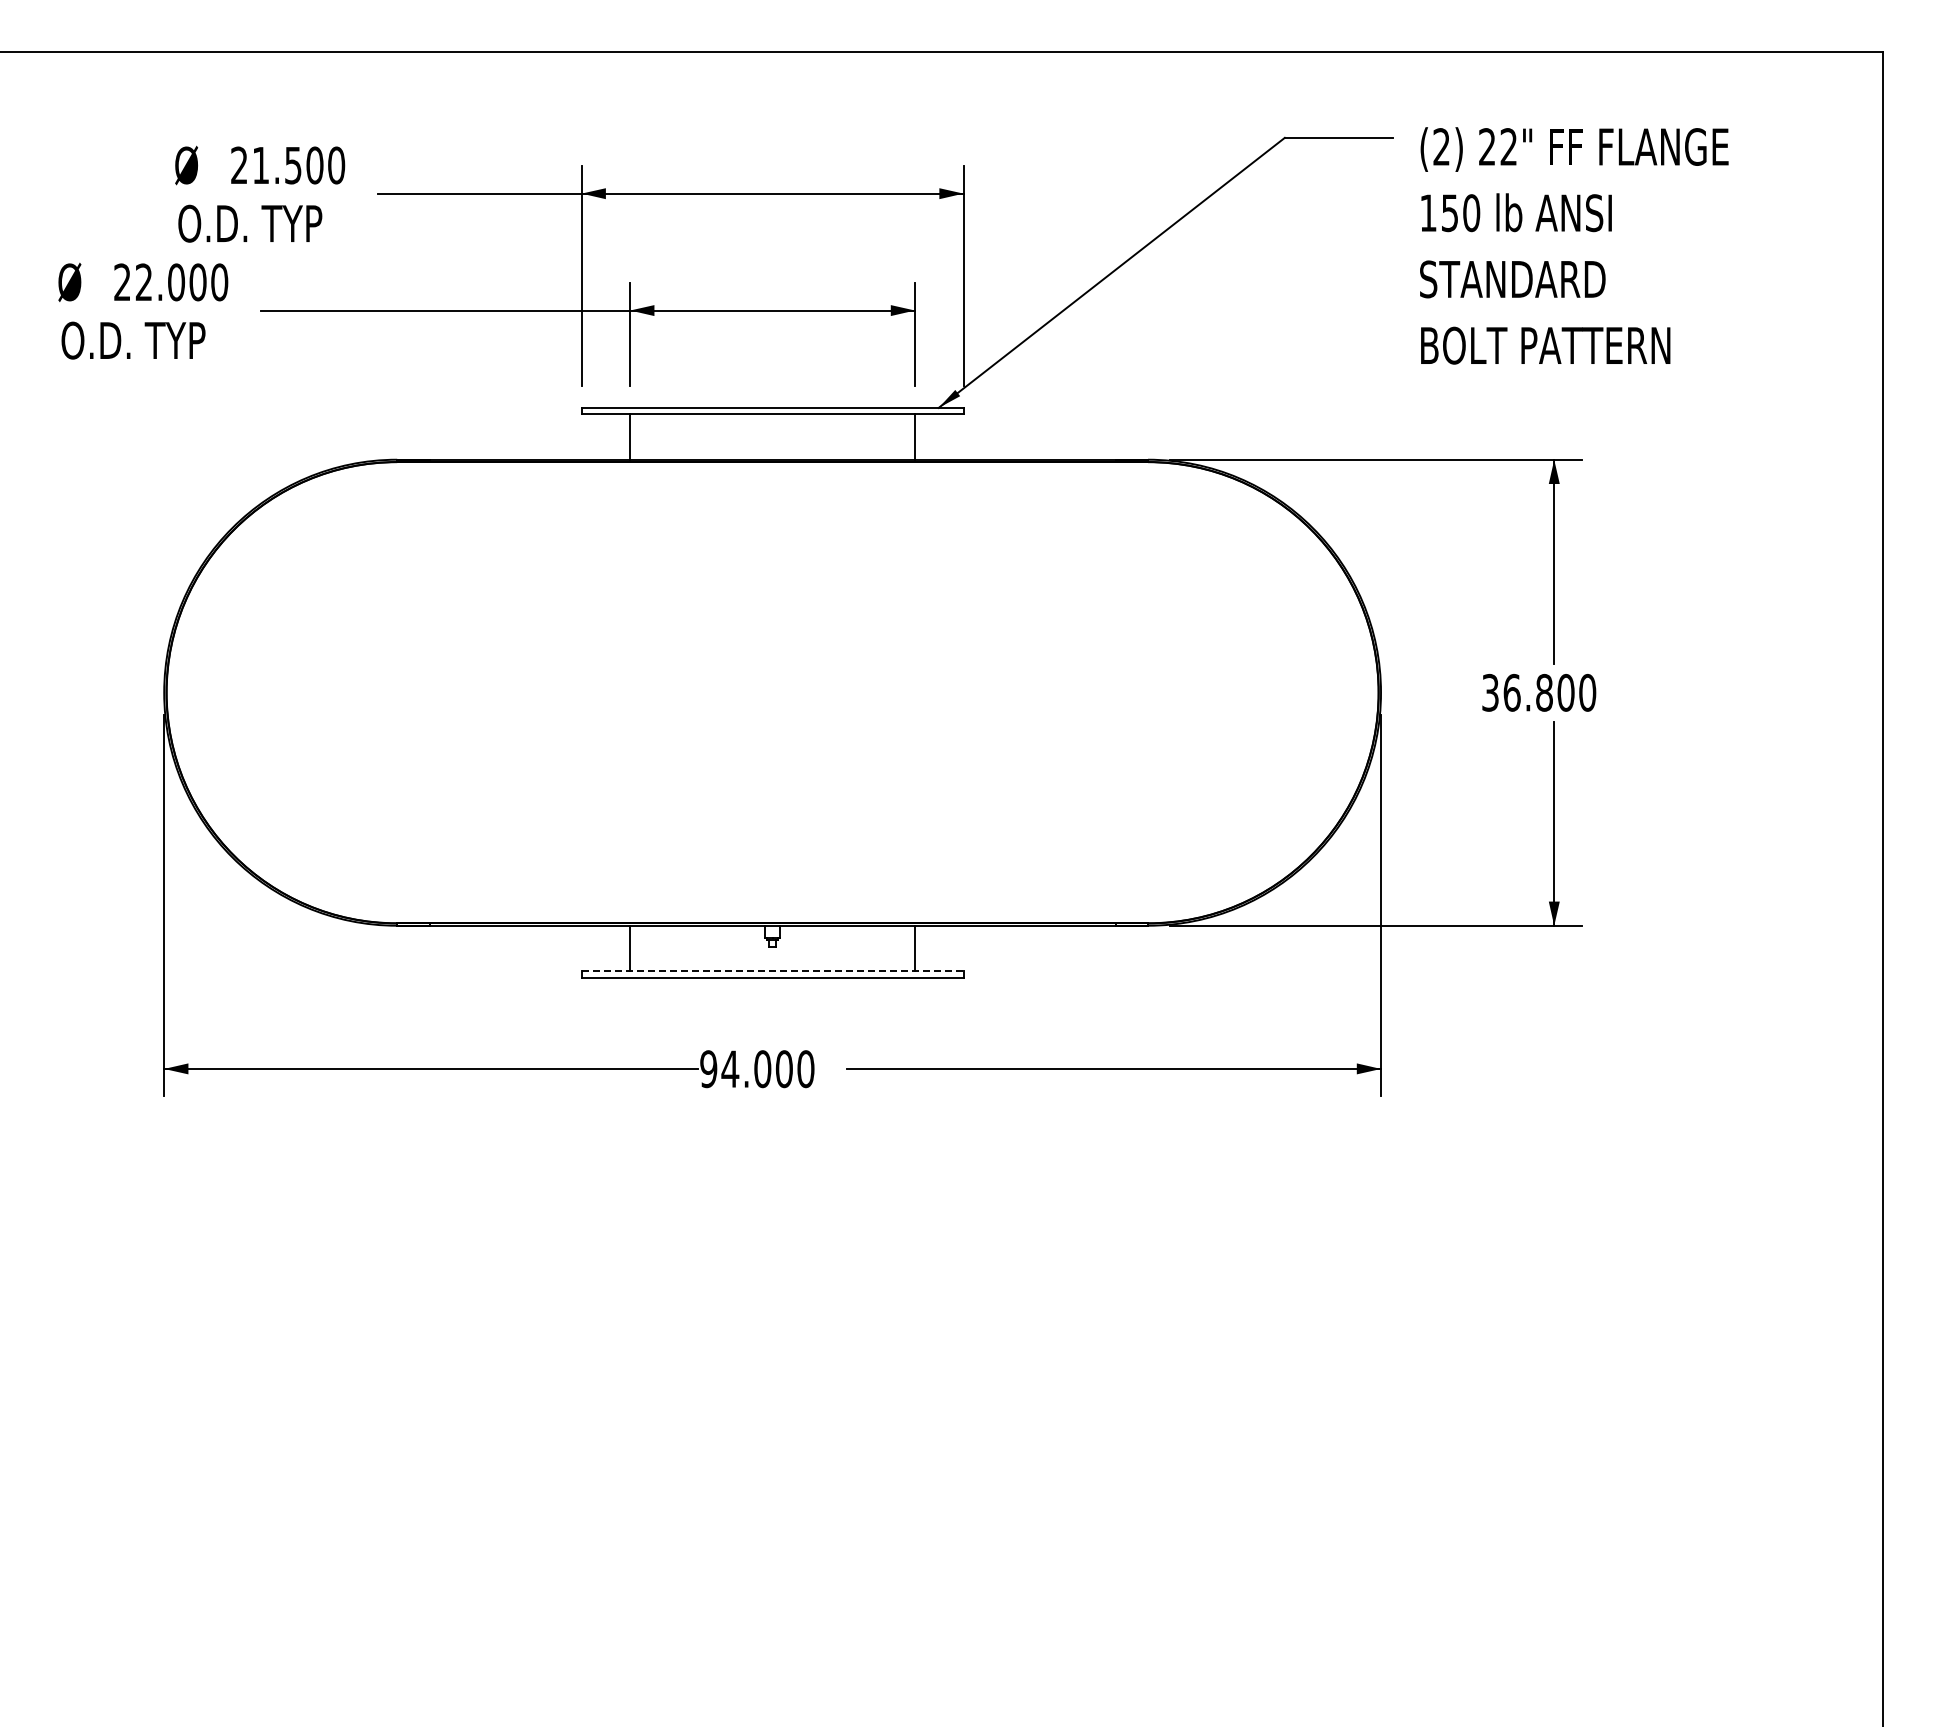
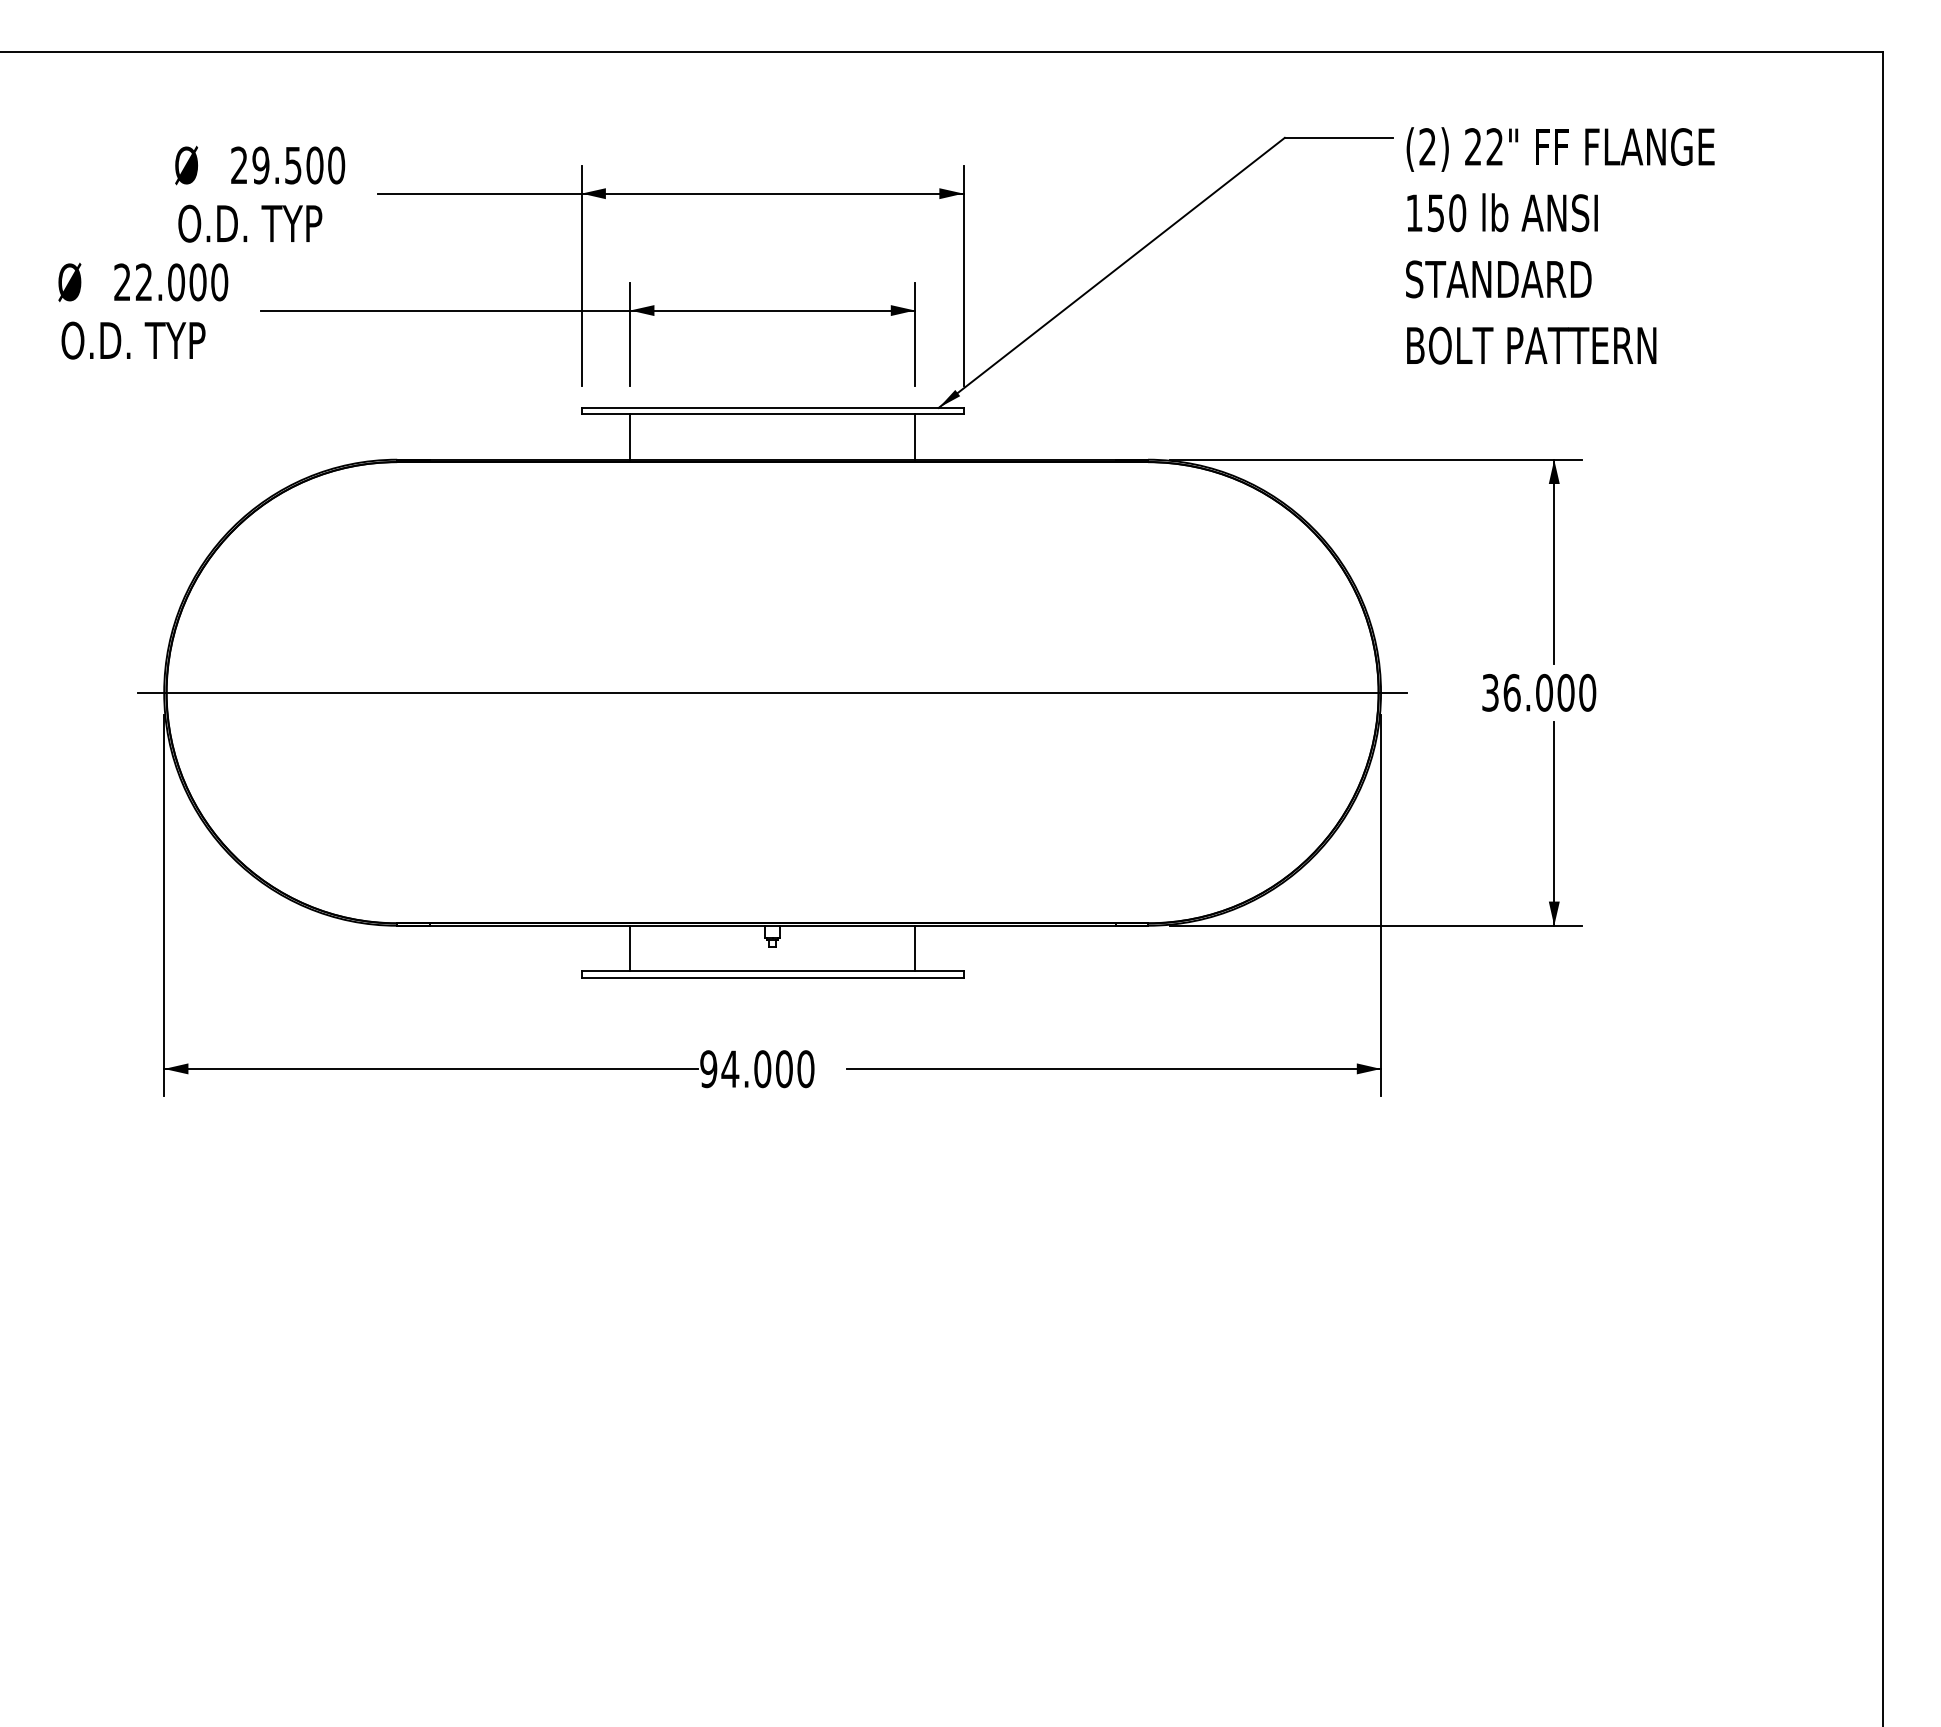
text at (260, 165): 21.500 -> 29.500
text at (1574, 245) position: (1574, 245) -> (1560, 245)
line at (772, 692): none -> present
text at (1544, 692): 36.800 -> 36.000
line at (772, 971): dashed -> solid
